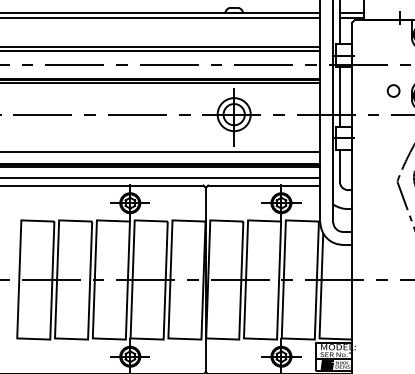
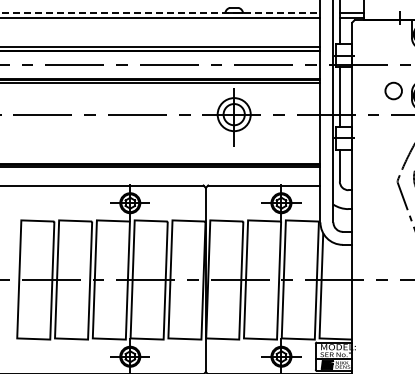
line at (160, 13): solid -> dashed
circle at (393, 90) size: 15x14 px -> 19x20 px
line at (161, 152): present -> none
line at (161, 178): present -> none
